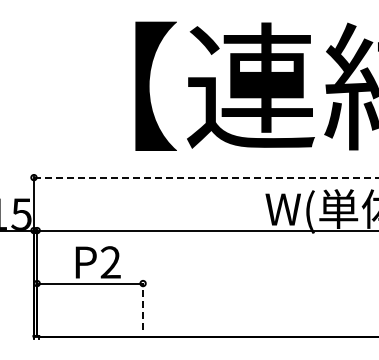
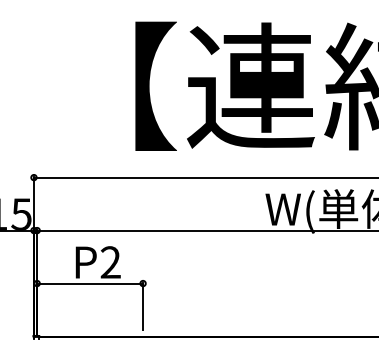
line at (206, 177): dashed -> solid
line at (143, 305): dashed -> solid
